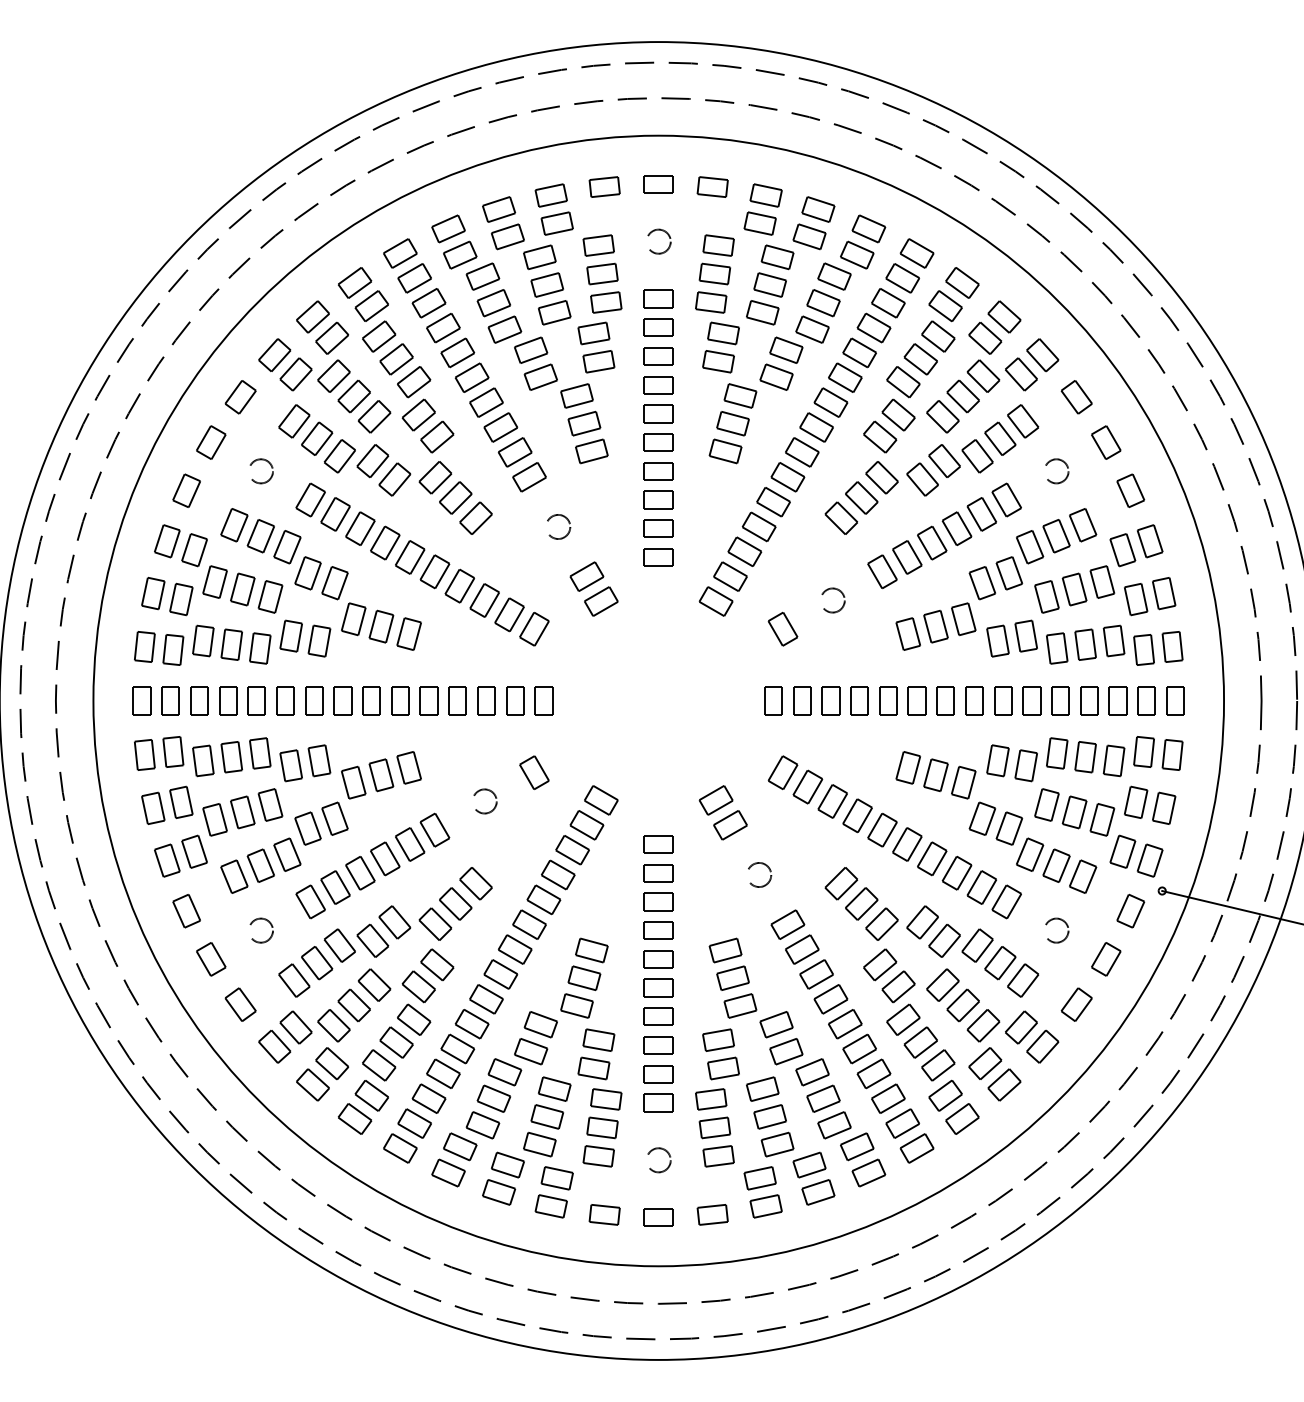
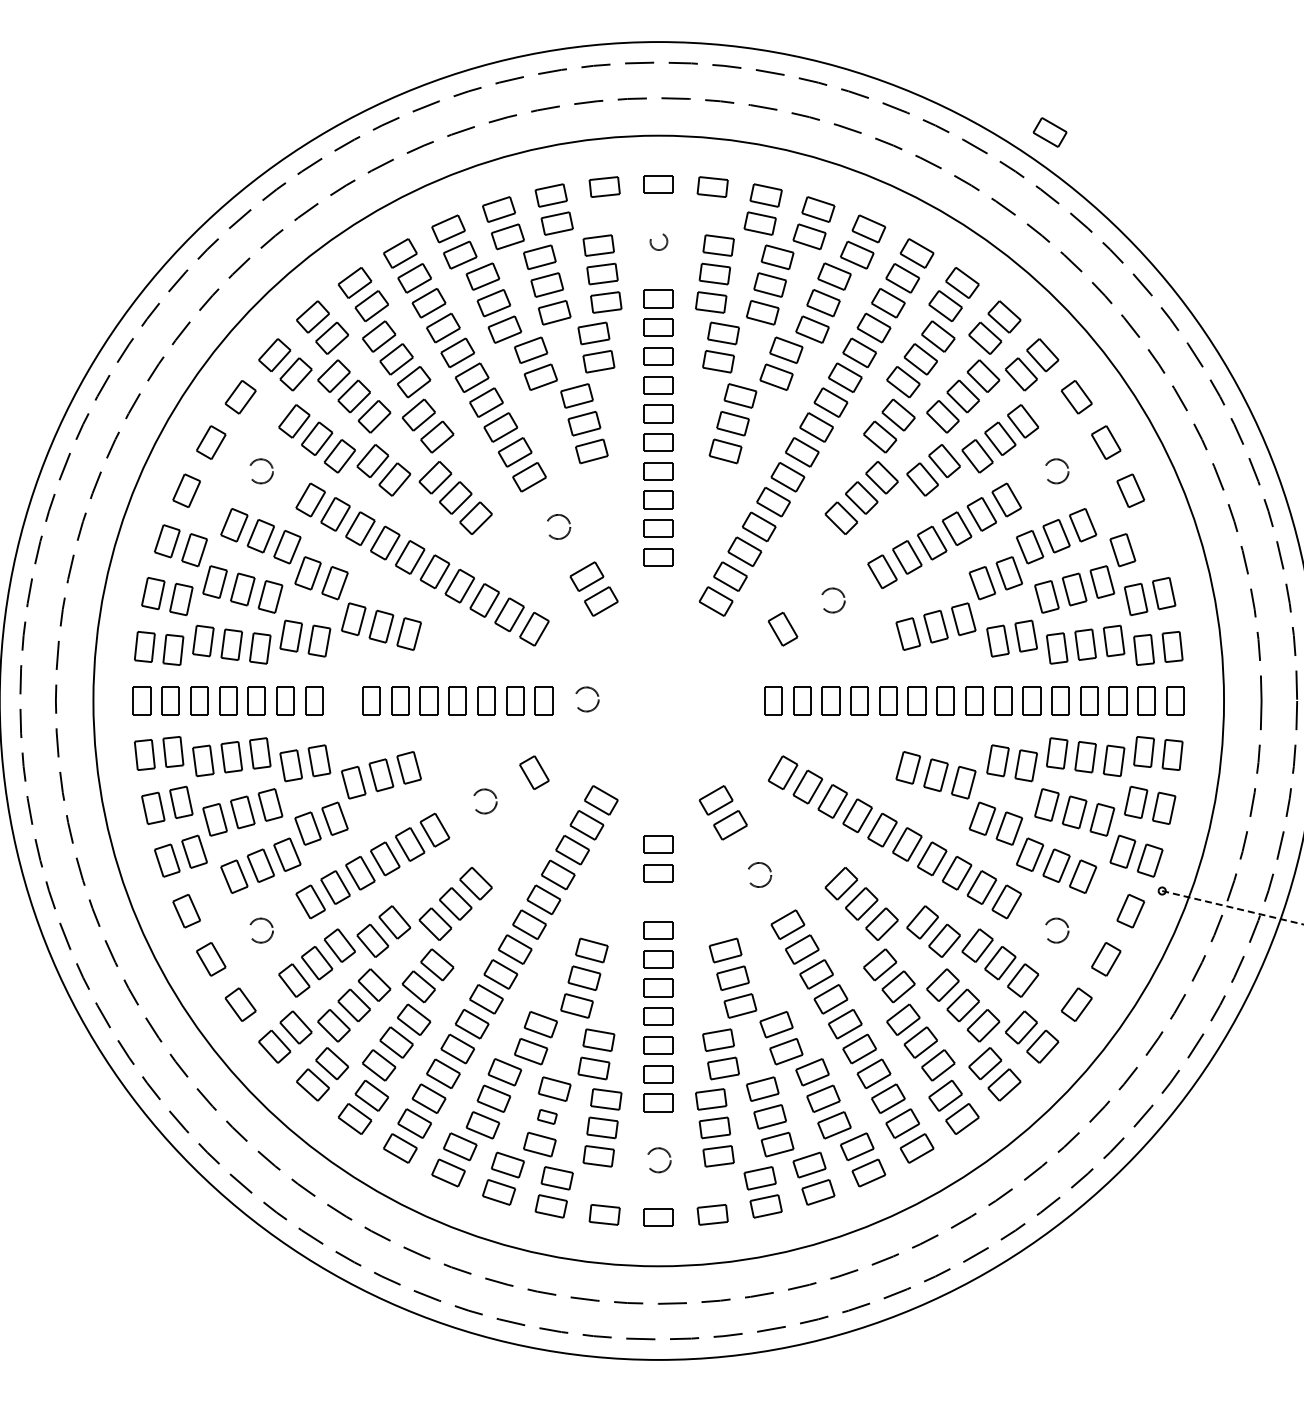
part at (1049, 132): none -> present
circle at (659, 241) size: 25x27 px -> 20x18 px
part at (1149, 541): present -> none
circle at (587, 699): none -> present
part at (342, 700): present -> none
part at (658, 901): present -> none
line at (1233, 907): solid -> dashed
part at (547, 1116) size: 35x26 px -> 21x16 px
